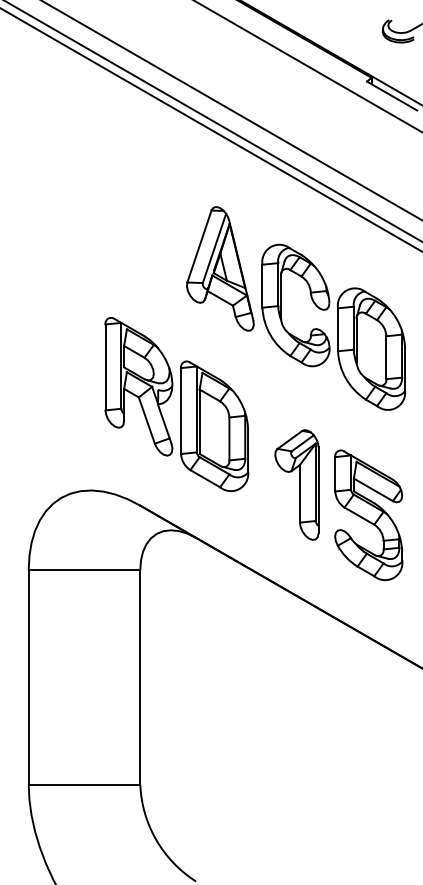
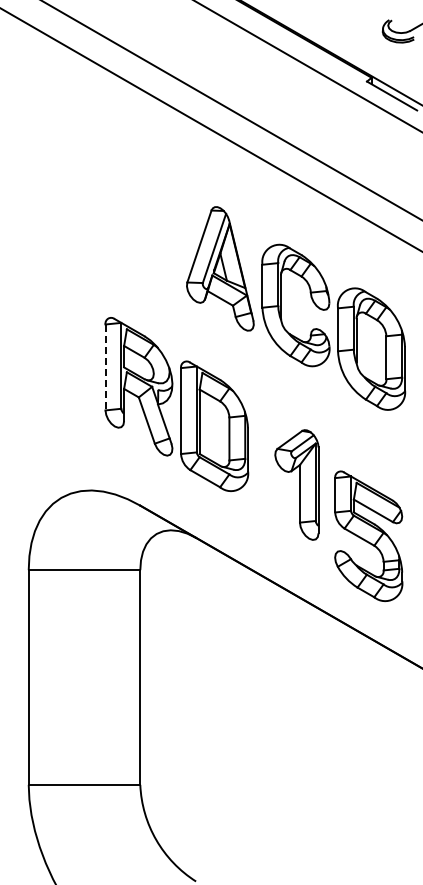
line at (213, 121): present -> none
line at (105, 367): solid -> dashed
part at (368, 514) position: (368, 514) -> (368, 535)
